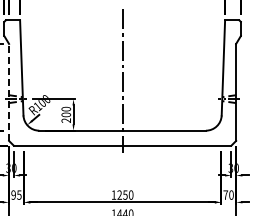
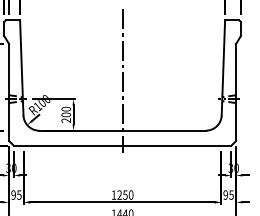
line at (9, 91): dashed -> solid
text at (228, 194): 70 -> 95
